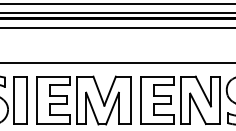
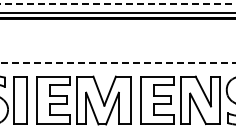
line at (118, 3): solid -> dashed
line at (117, 27): present -> none
line at (117, 62): solid -> dashed
